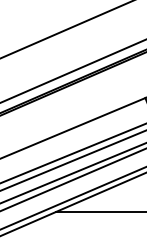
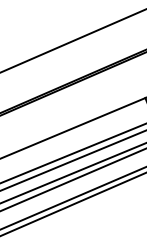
line at (66, 29) position: (66, 29) -> (72, 40)
line at (72, 70): present -> none
line at (99, 212): present -> none
